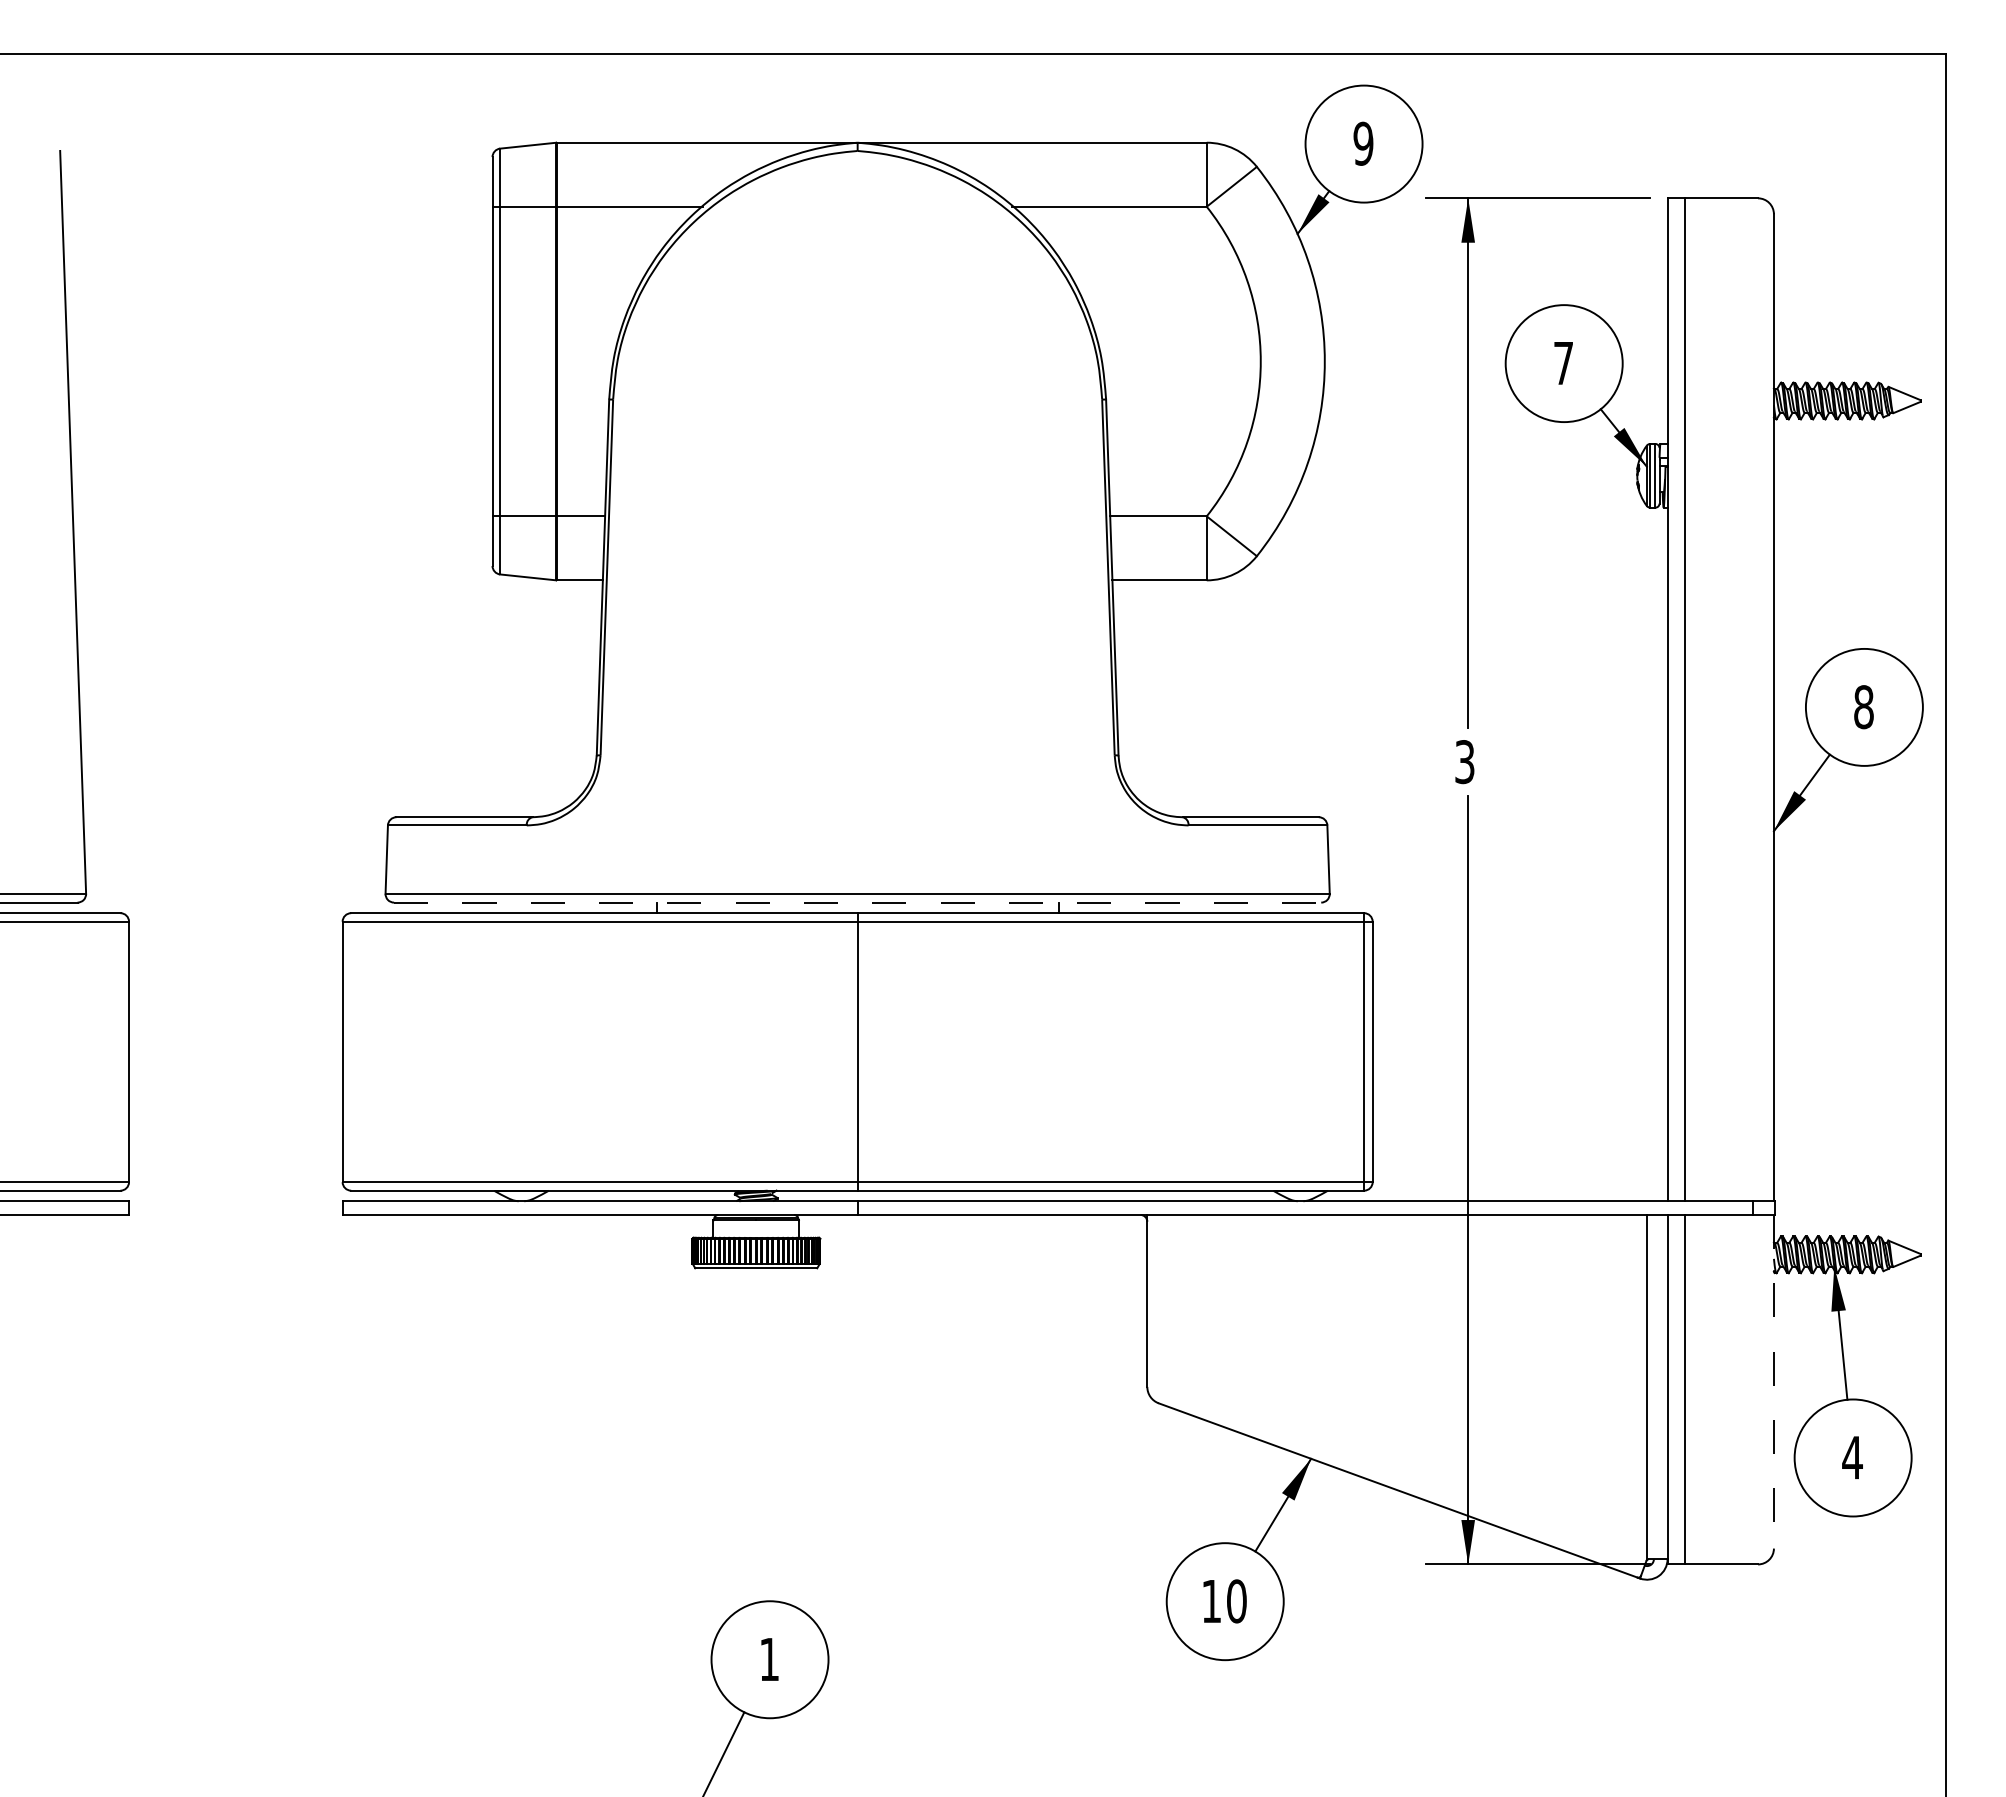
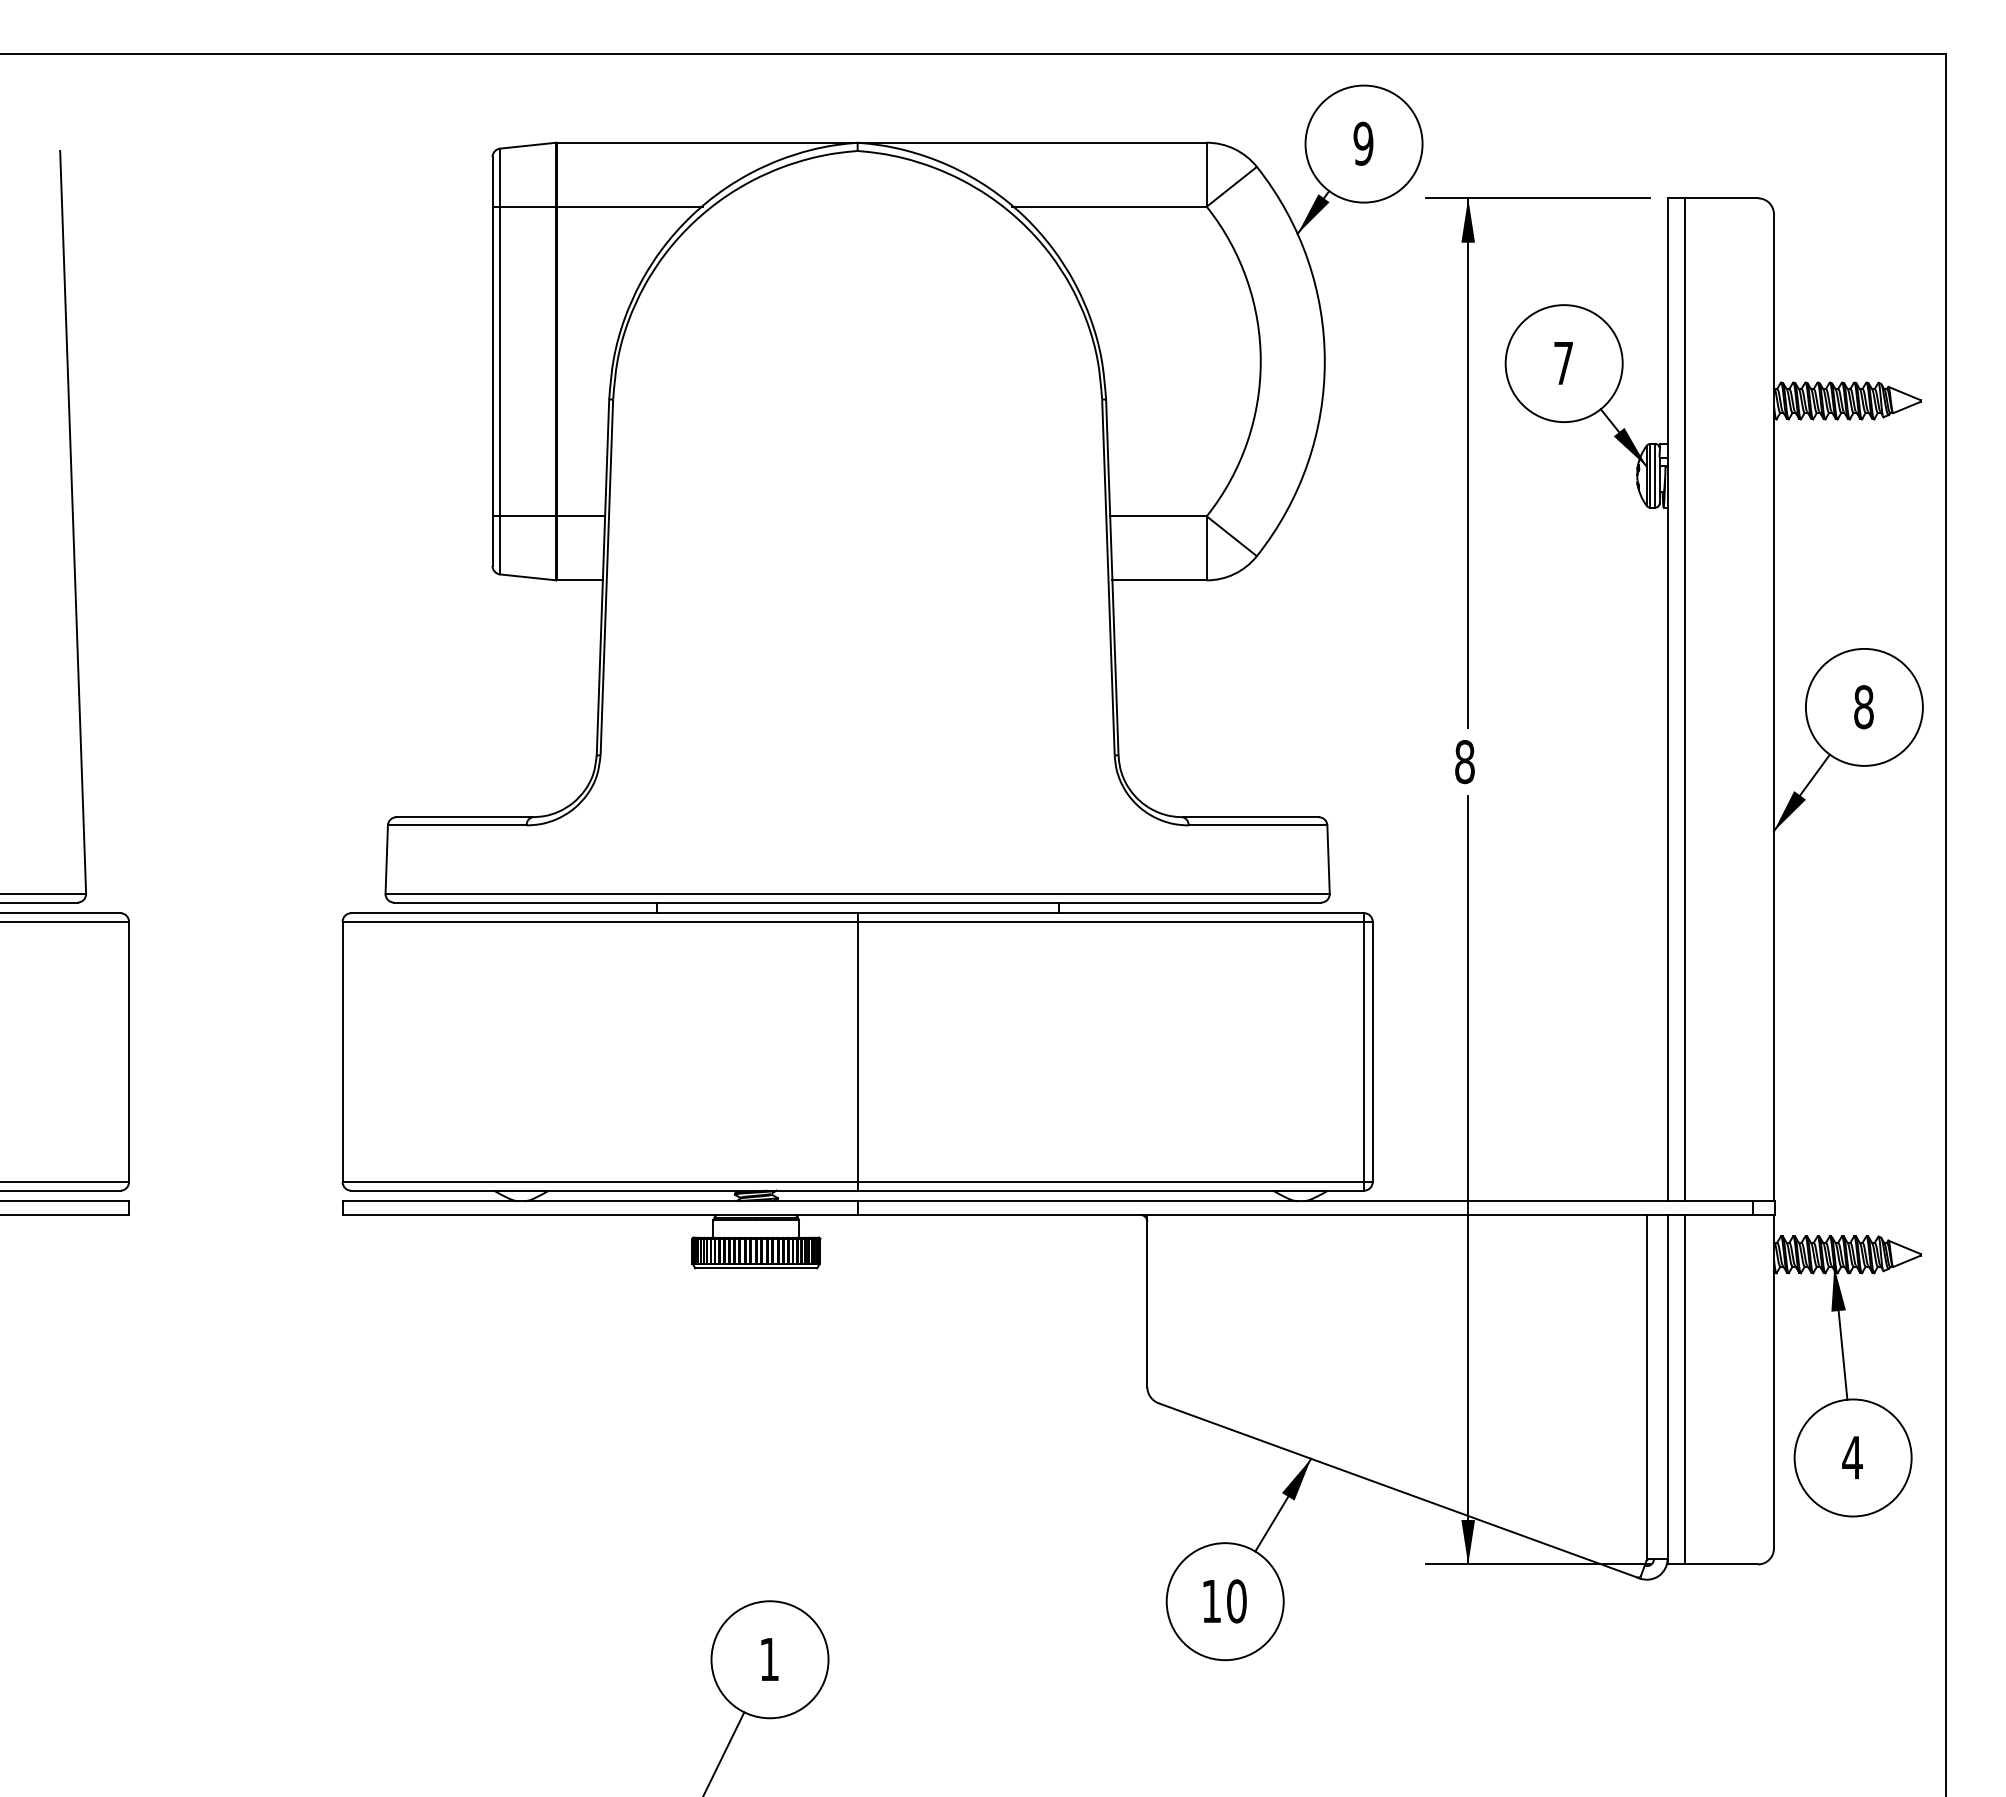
text at (1464, 762): 3 -> 8
line at (857, 902): dashed -> solid
line at (1773, 1381): dashed -> solid
